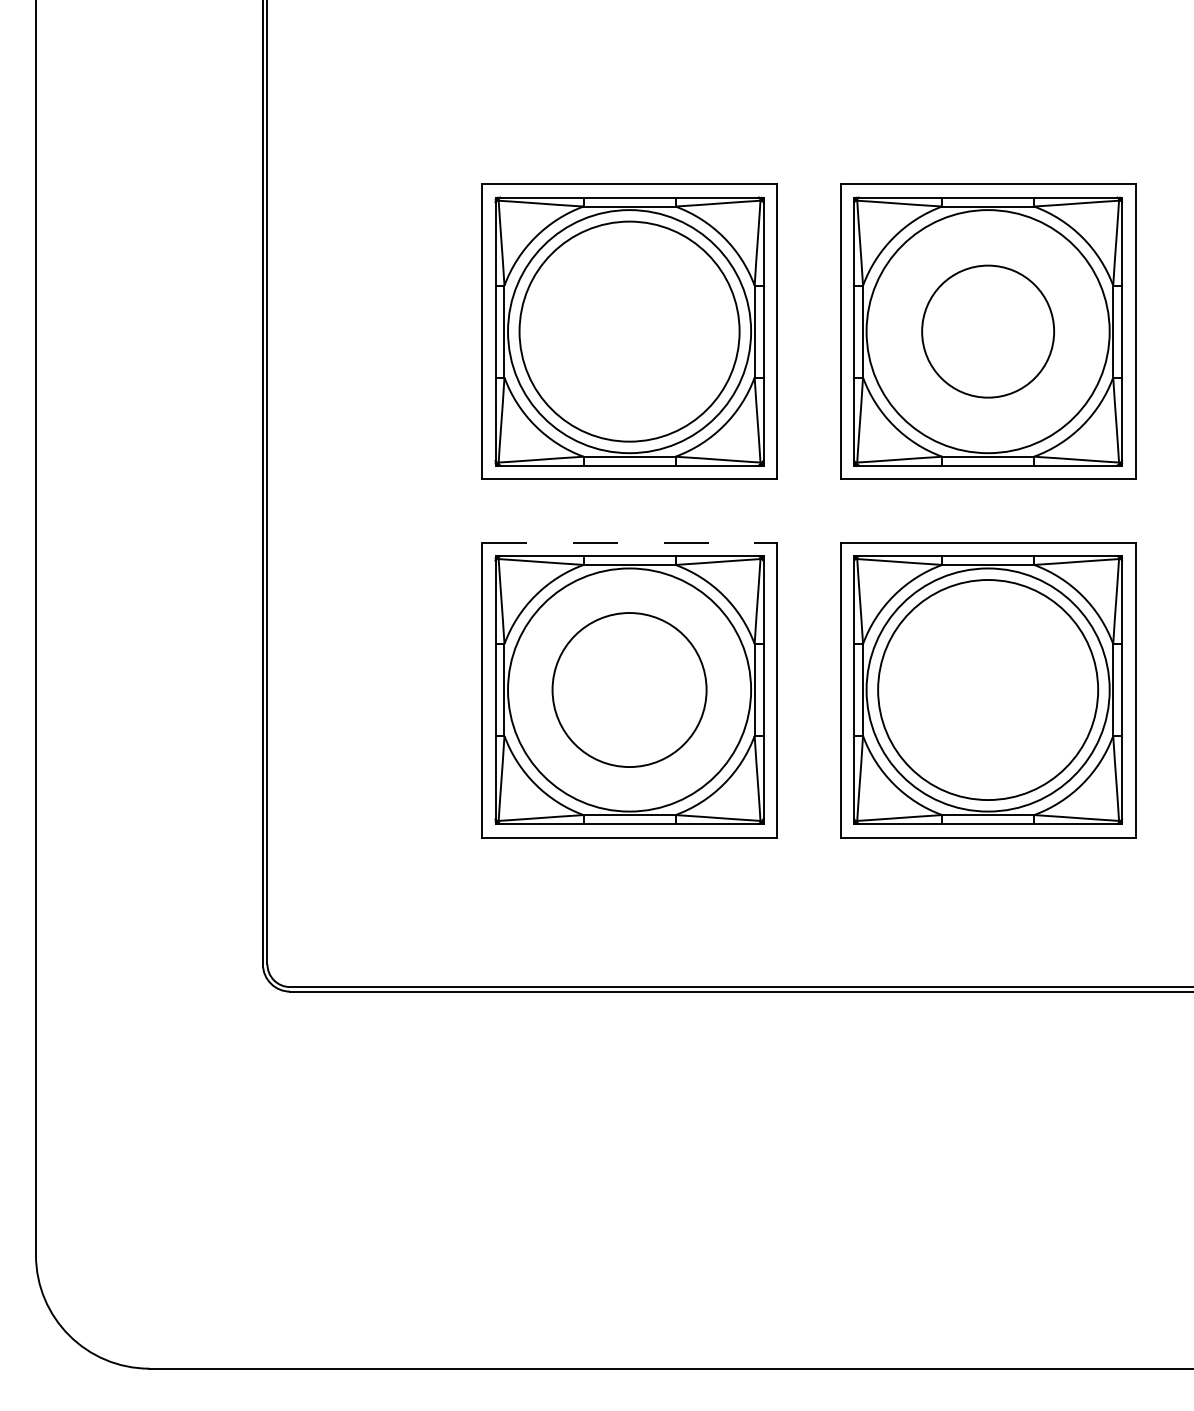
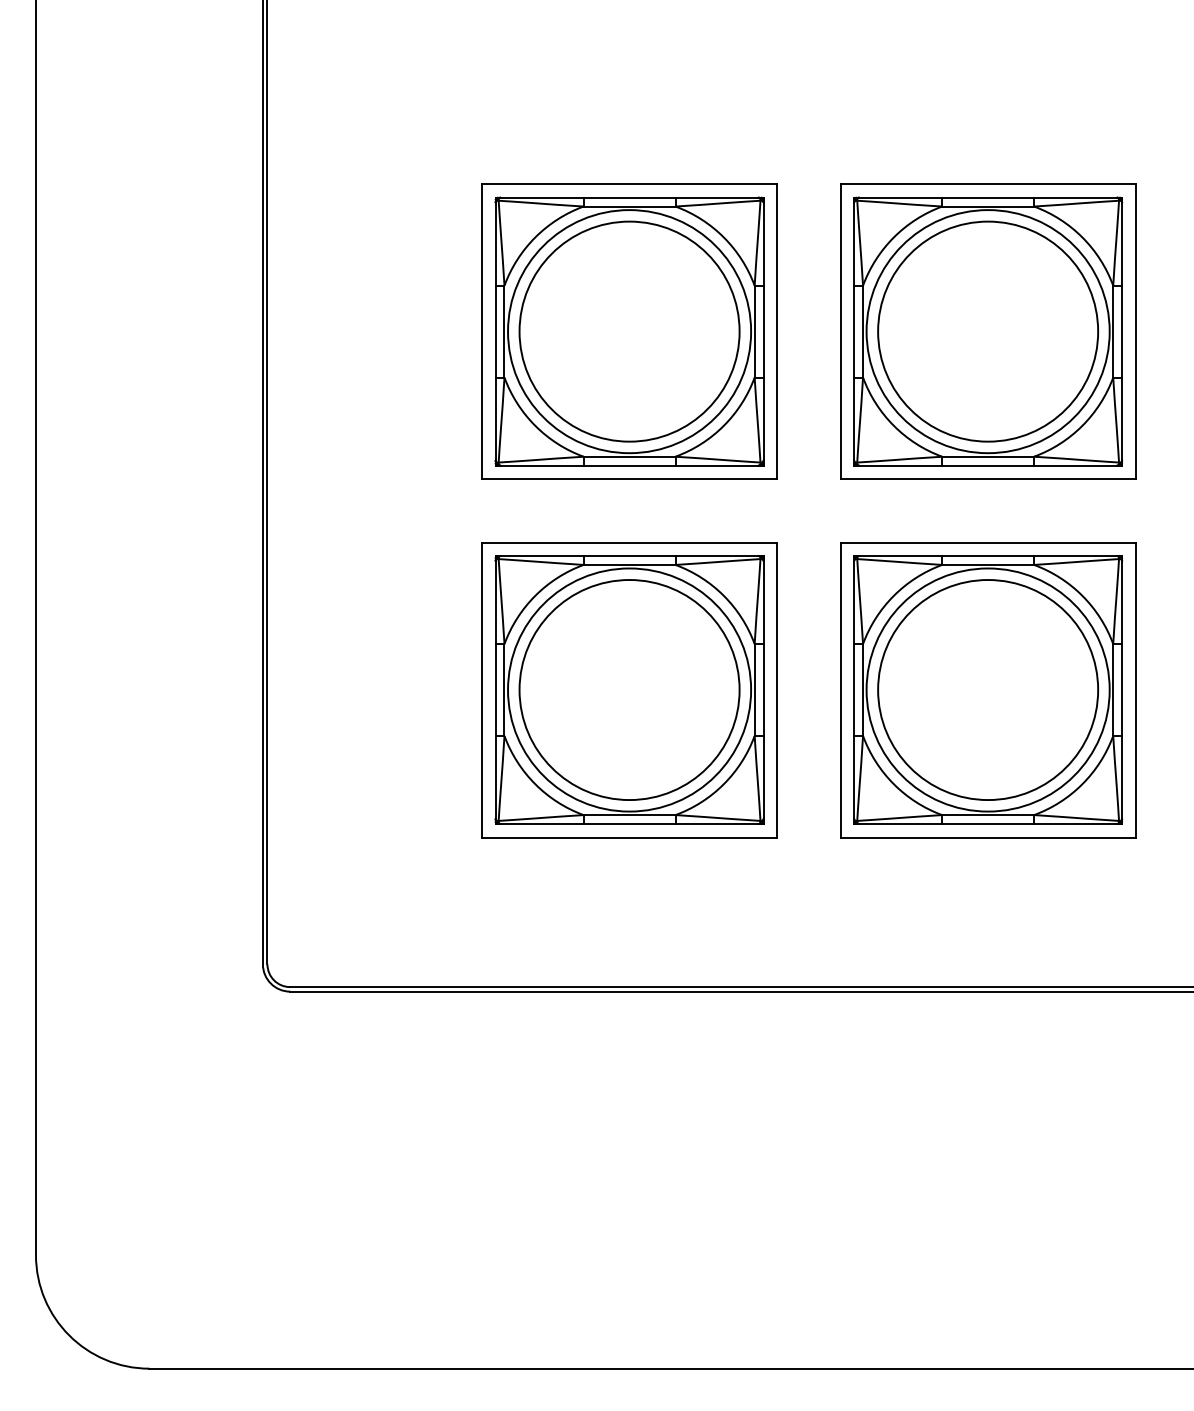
circle at (988, 331) diameter: 132 px -> 220 px
line at (629, 542): dashed -> solid
circle at (629, 690) diameter: 154 px -> 220 px
